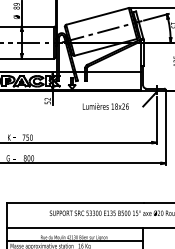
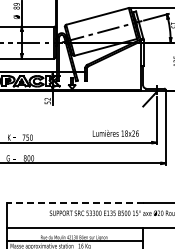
line at (113, 72): present -> none
text at (105, 106) position: (105, 106) -> (115, 133)
line at (75, 202): solid -> dashed
